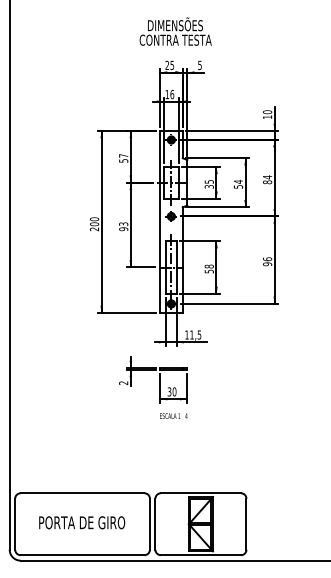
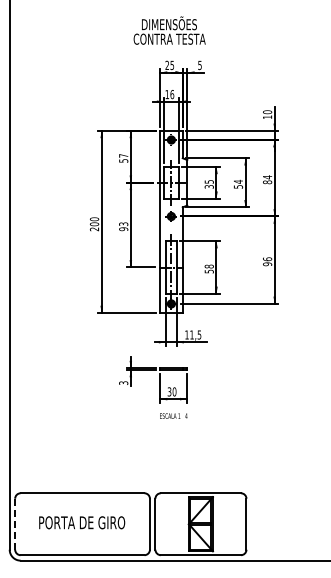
text at (175, 31) position: (175, 31) -> (169, 30)
text at (124, 382): 2 -> 3
line at (15, 523): solid -> dashed
